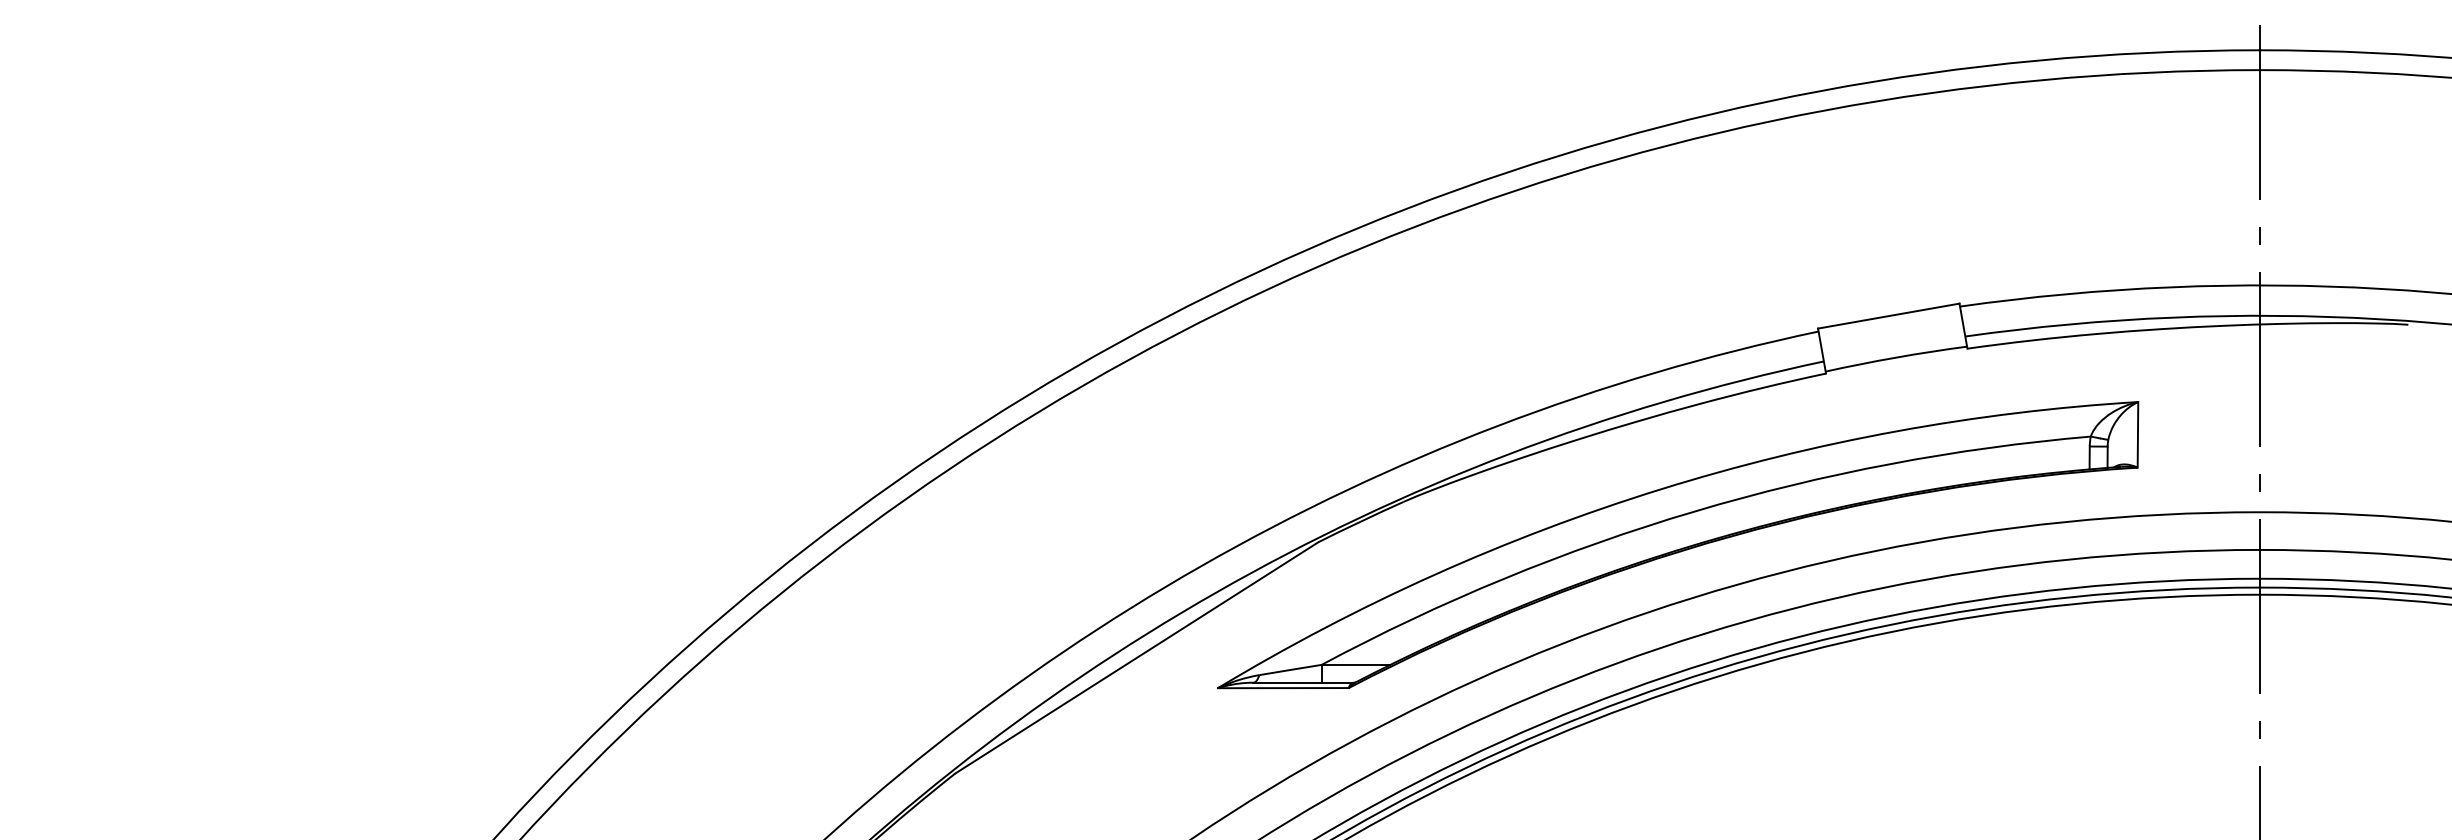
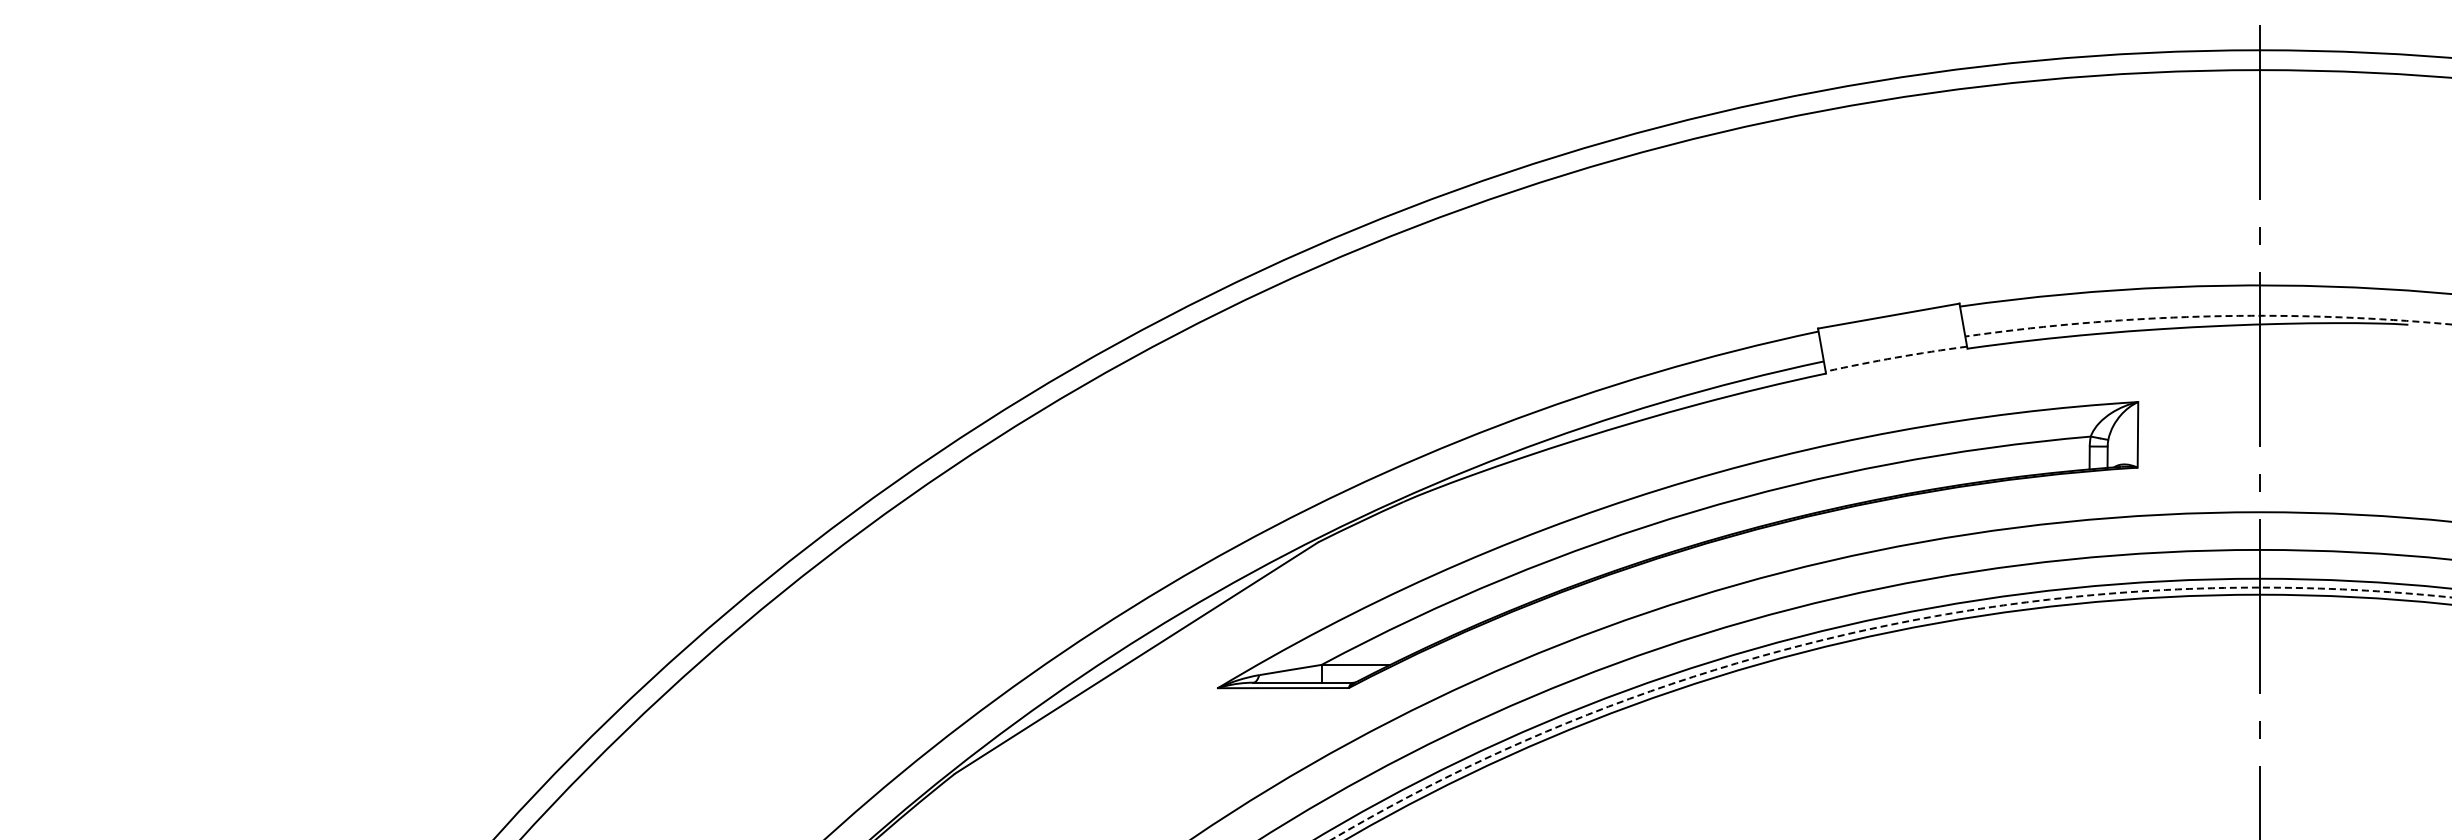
arc at (2207, 316): solid -> dashed
arc at (1896, 357): solid -> dashed
circle at (1891, 713): solid -> dashed
